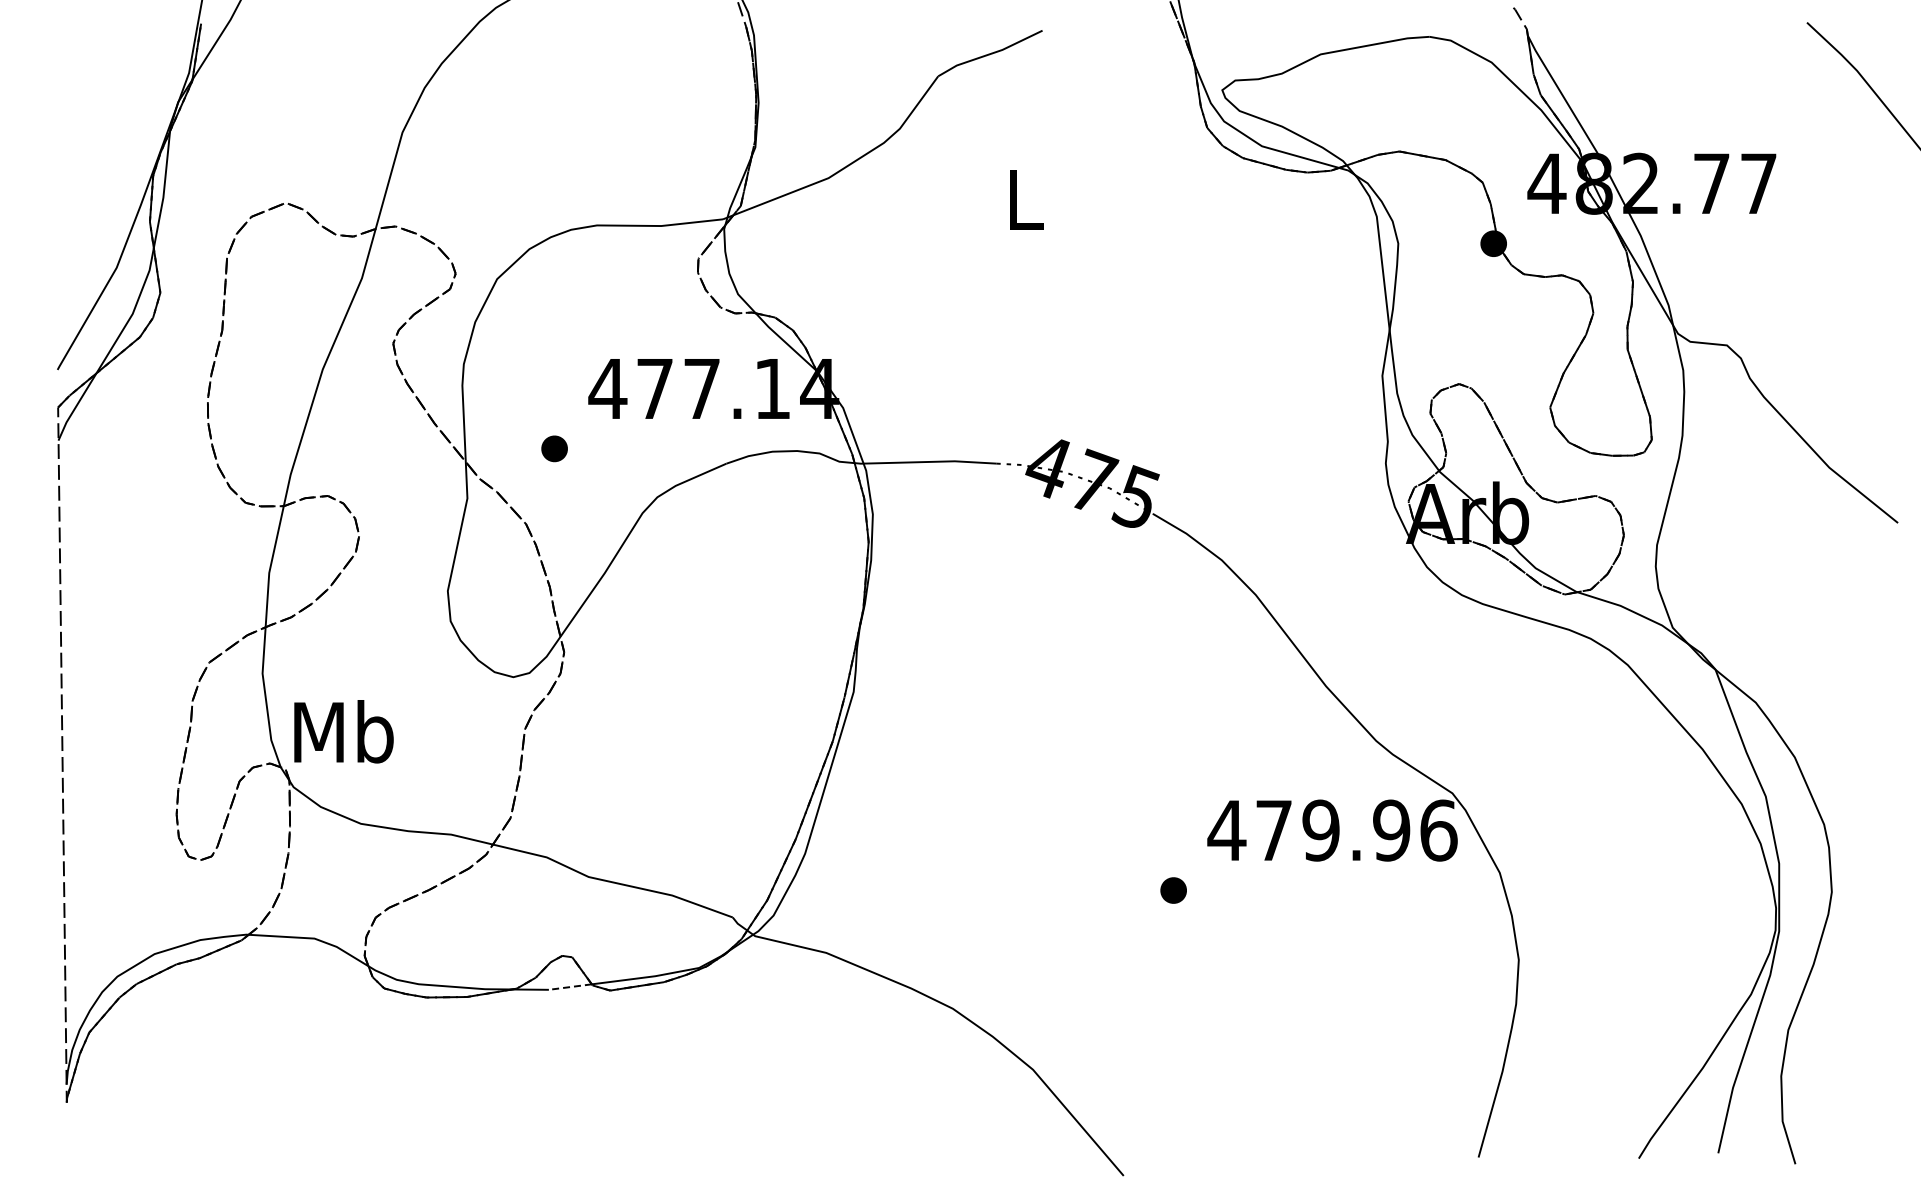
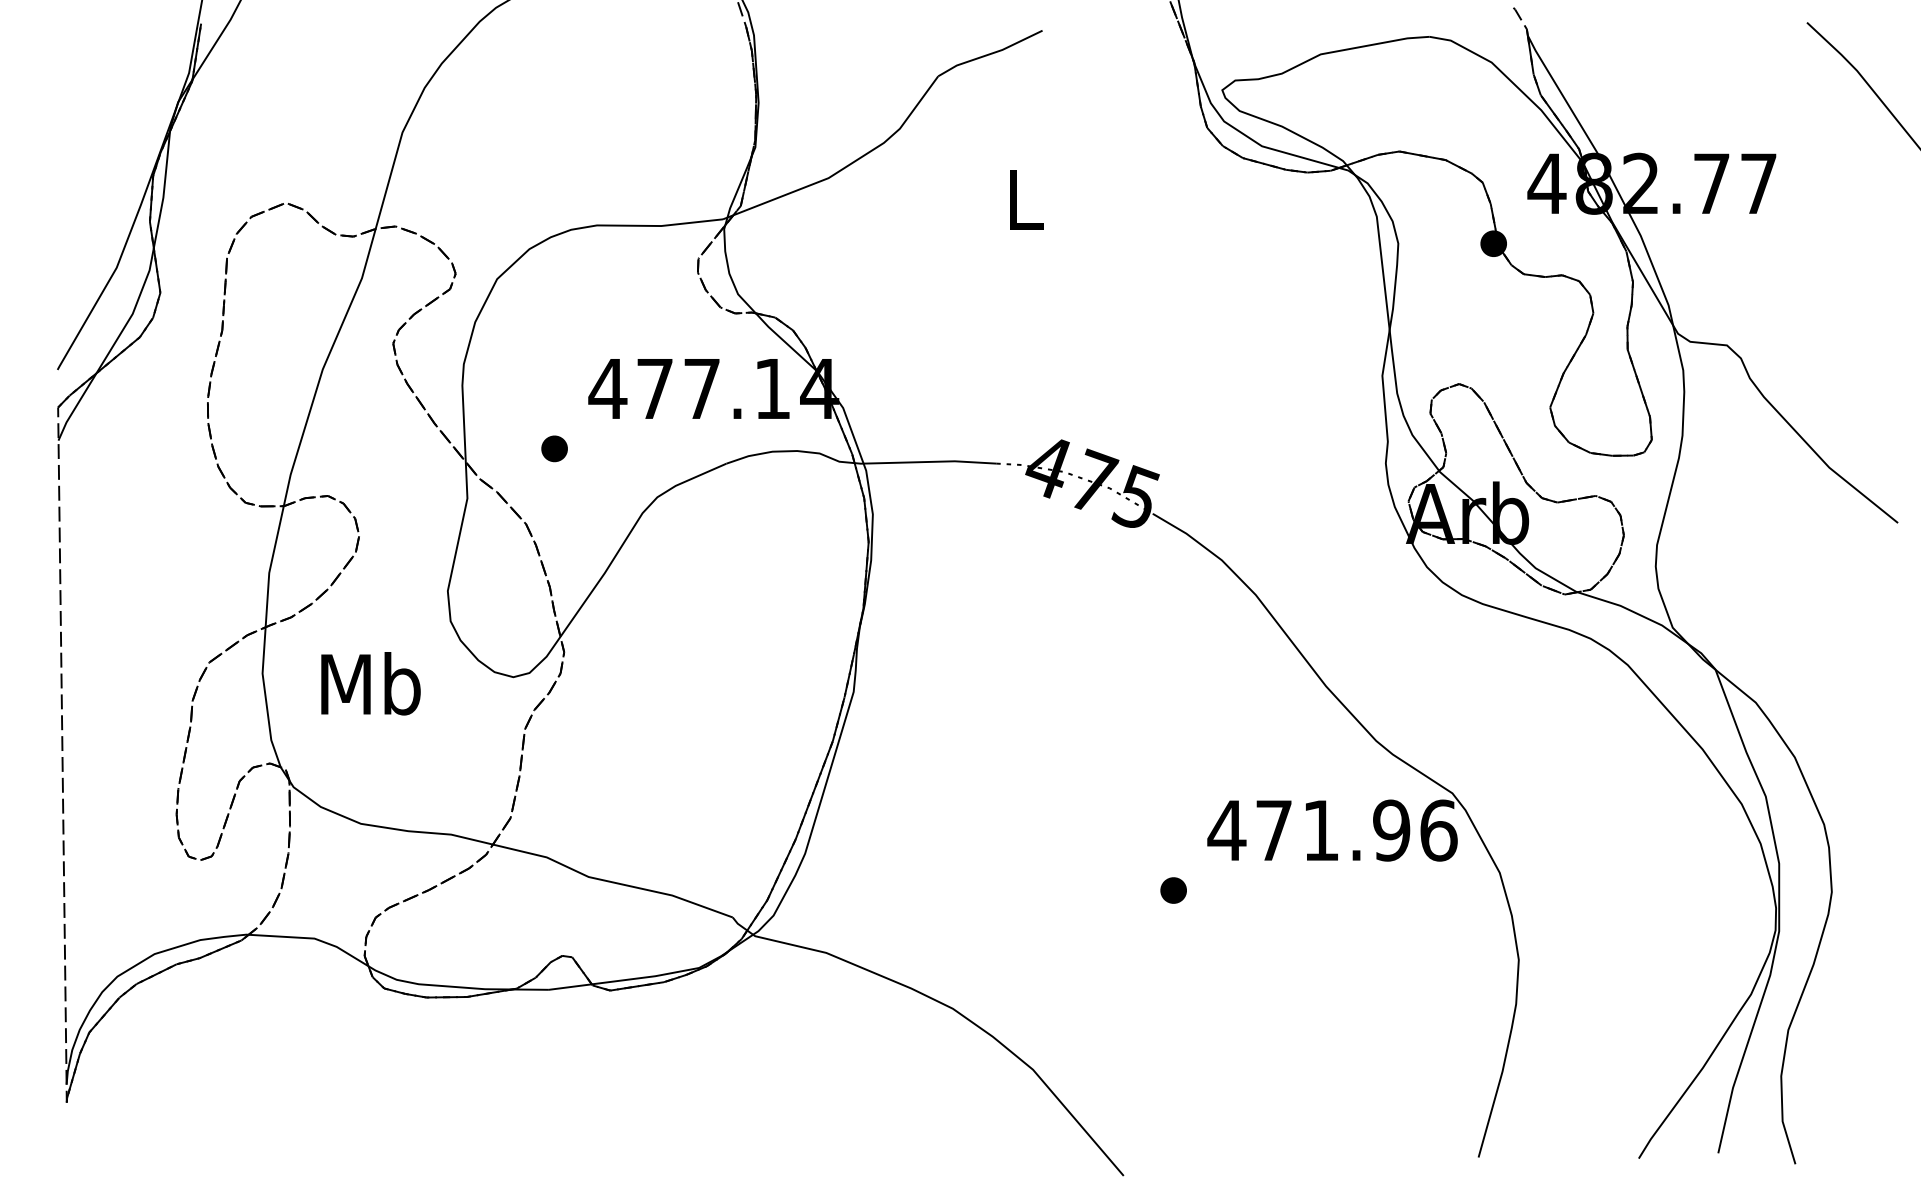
text at (343, 731) position: (343, 731) -> (370, 683)
text at (1320, 830): 479.96 -> 471.96
line at (570, 987): dashed -> solid
